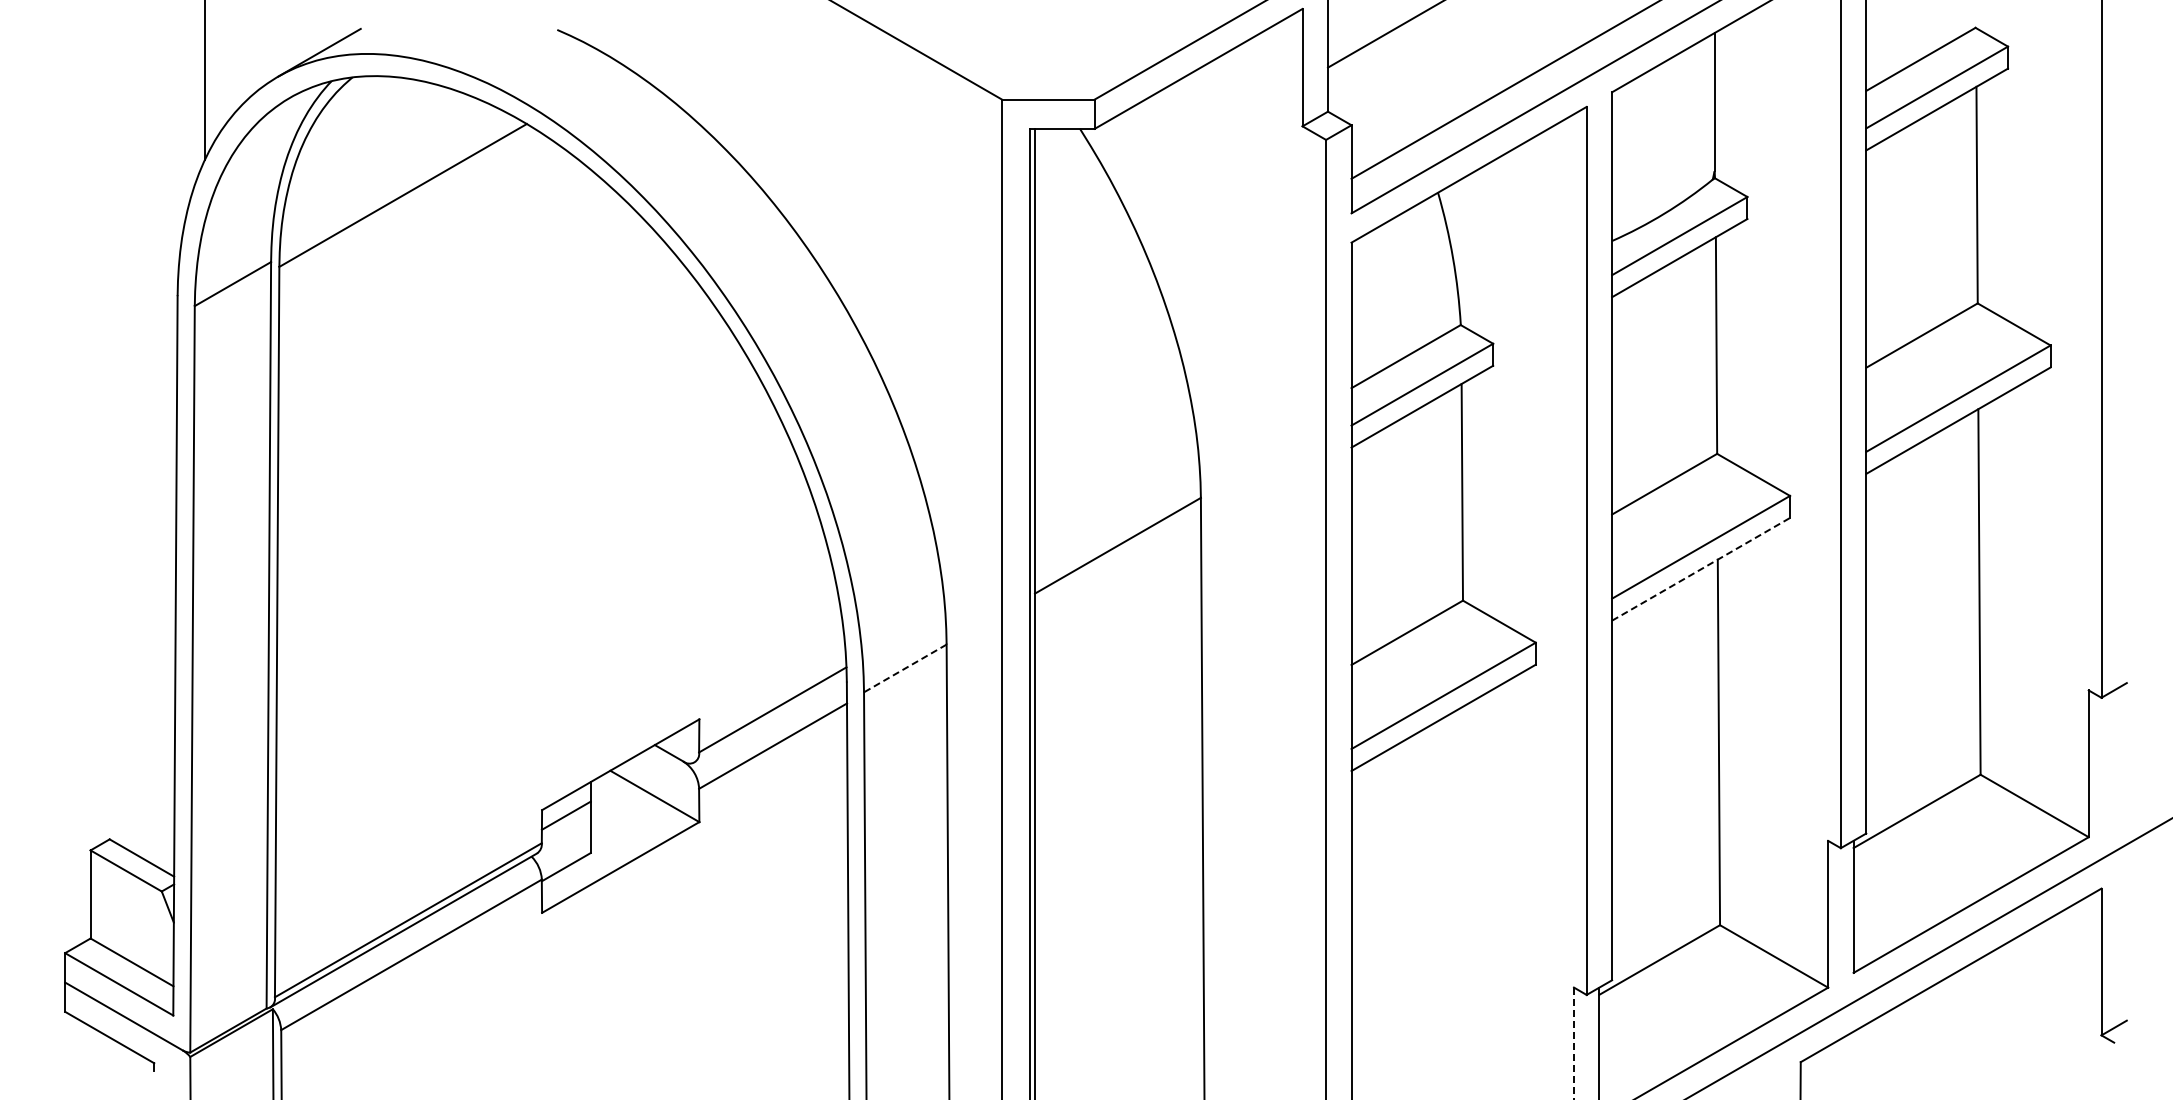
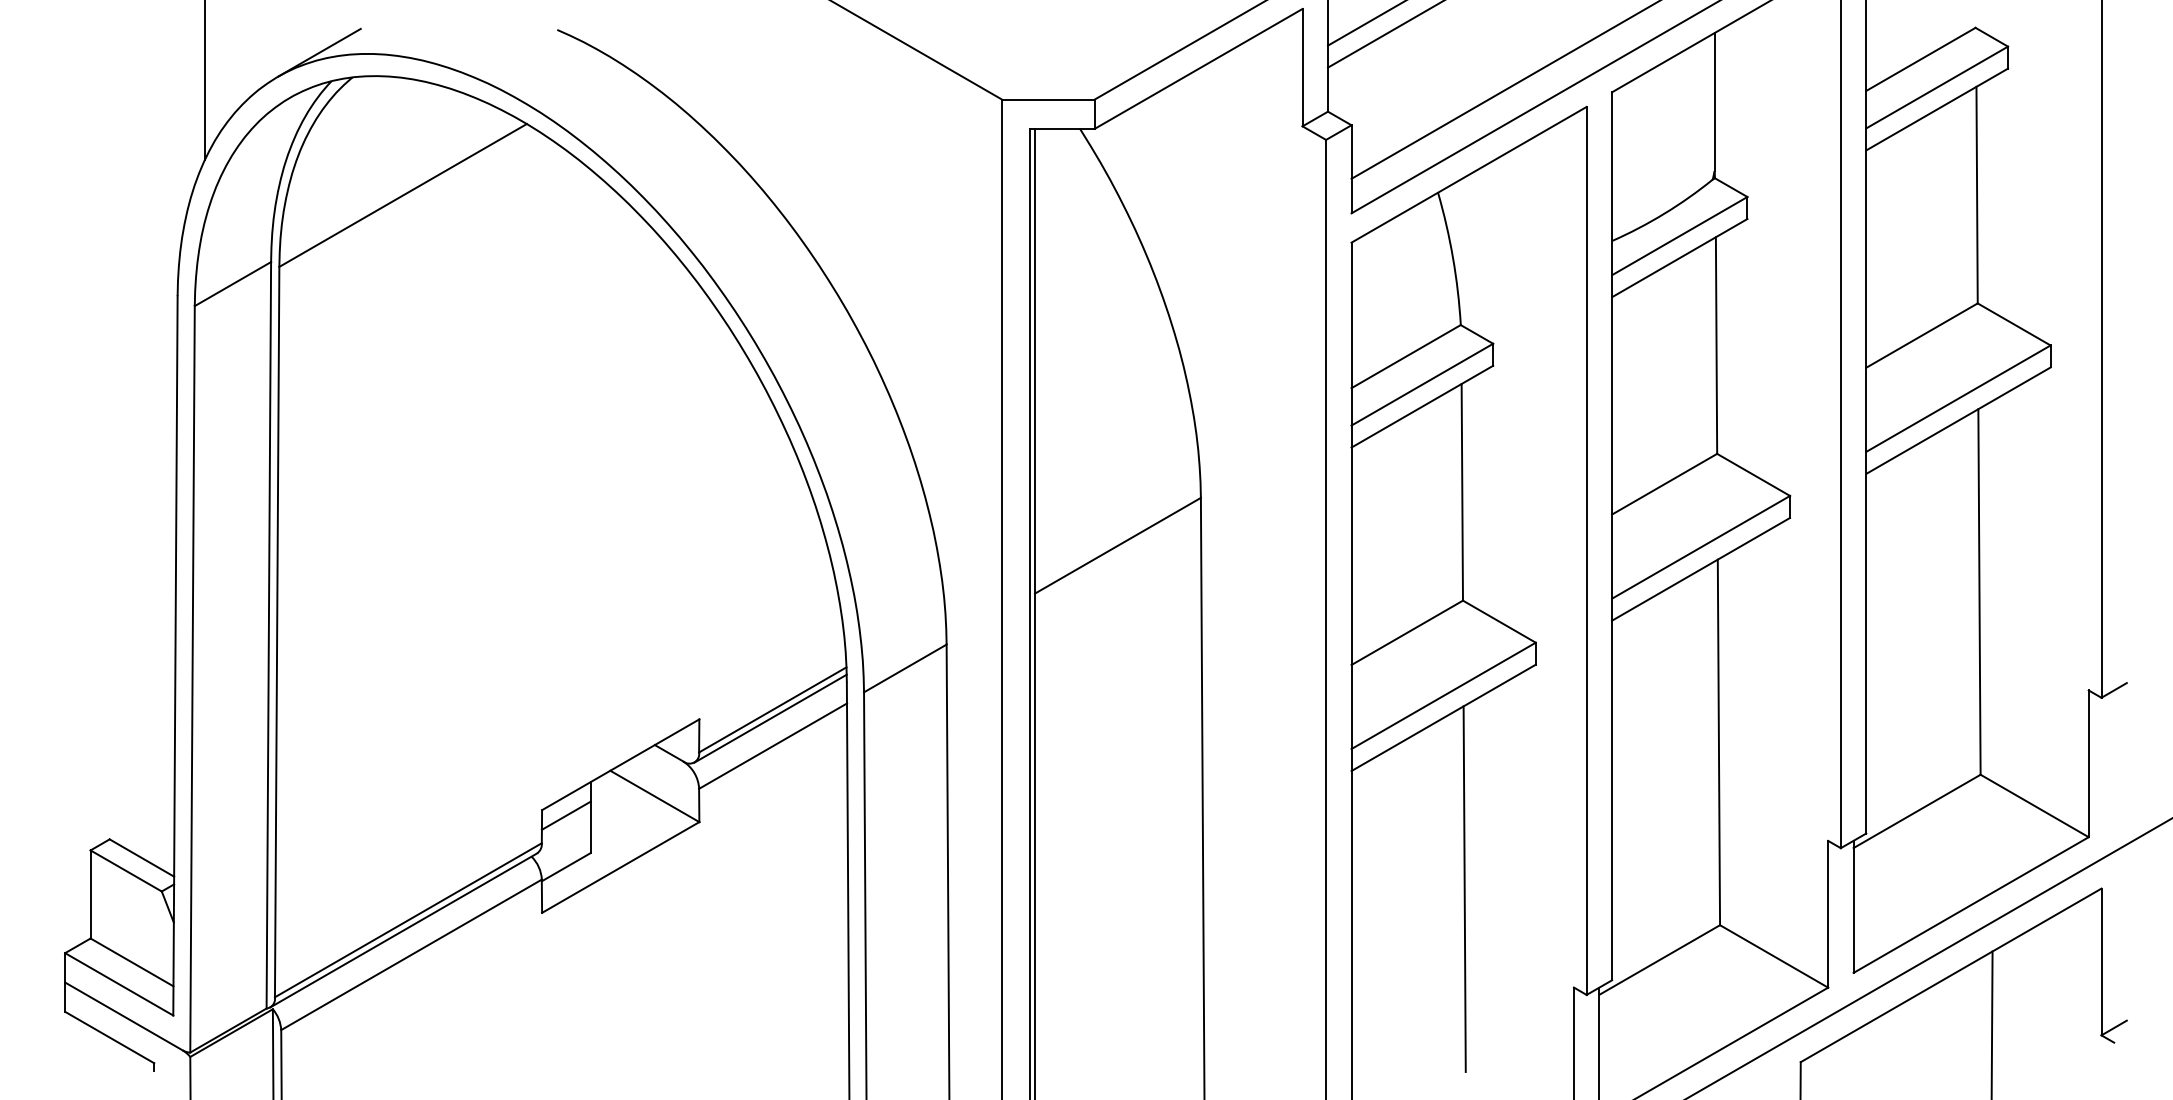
line at (1365, 23): none -> present
line at (1701, 569): dashed -> solid
line at (905, 668): dashed -> solid
line at (770, 718): none -> present
line at (1464, 888): none -> present
line at (1991, 1023): none -> present
line at (1573, 1043): dashed -> solid
